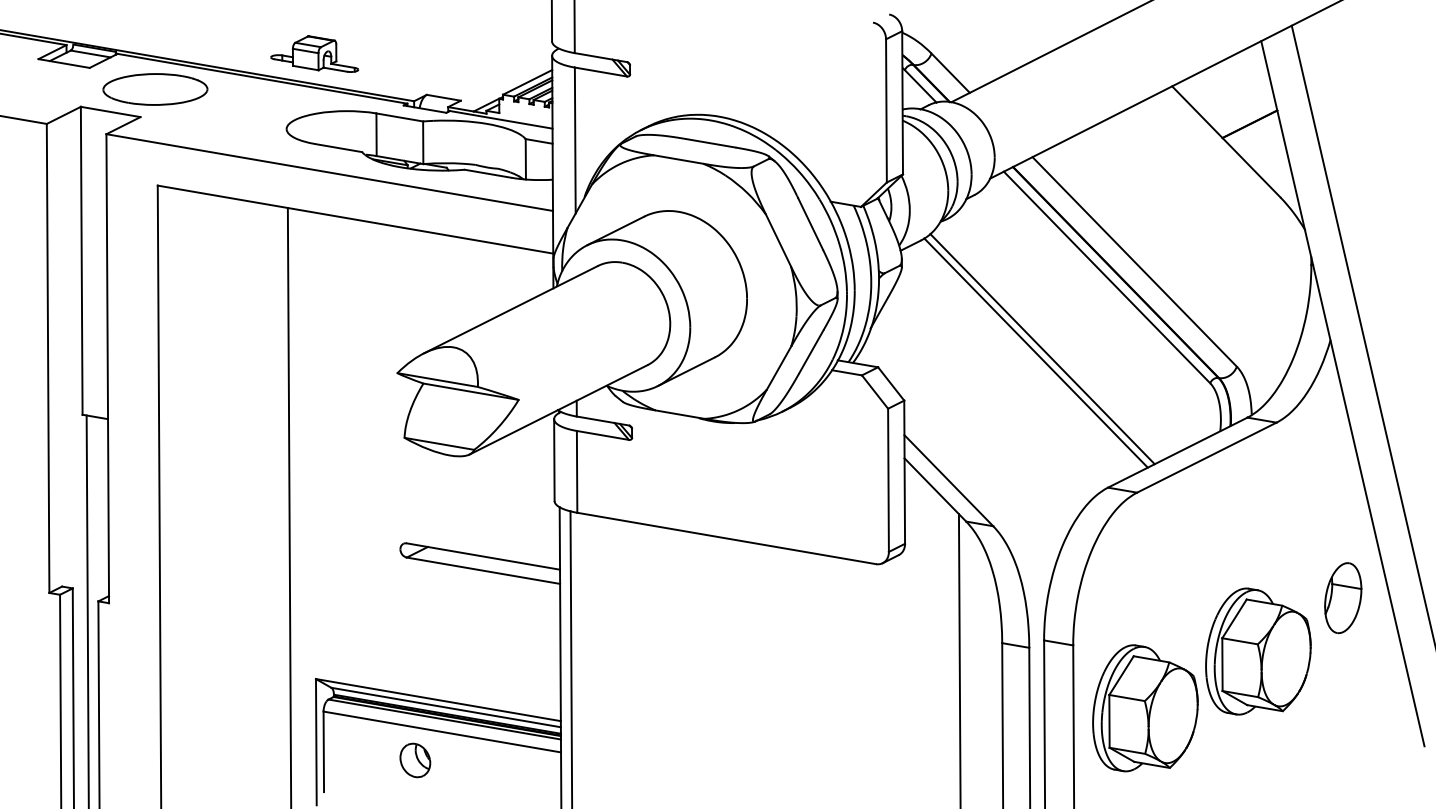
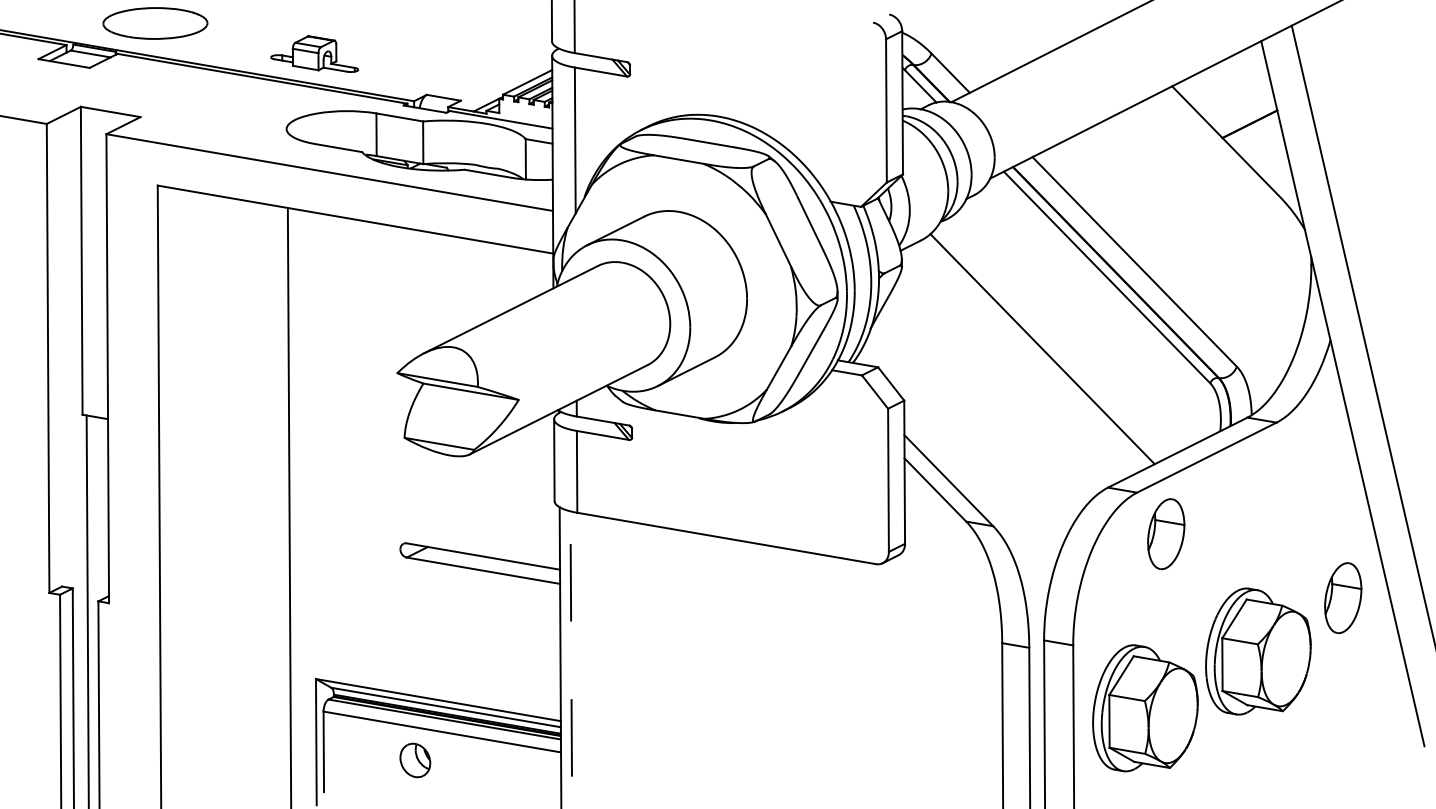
part at (155, 89) position: (155, 89) -> (155, 23)
line at (1035, 352): present -> none
part at (1166, 534): none -> present
line at (571, 659): solid -> dashed
line at (959, 659): present -> none
